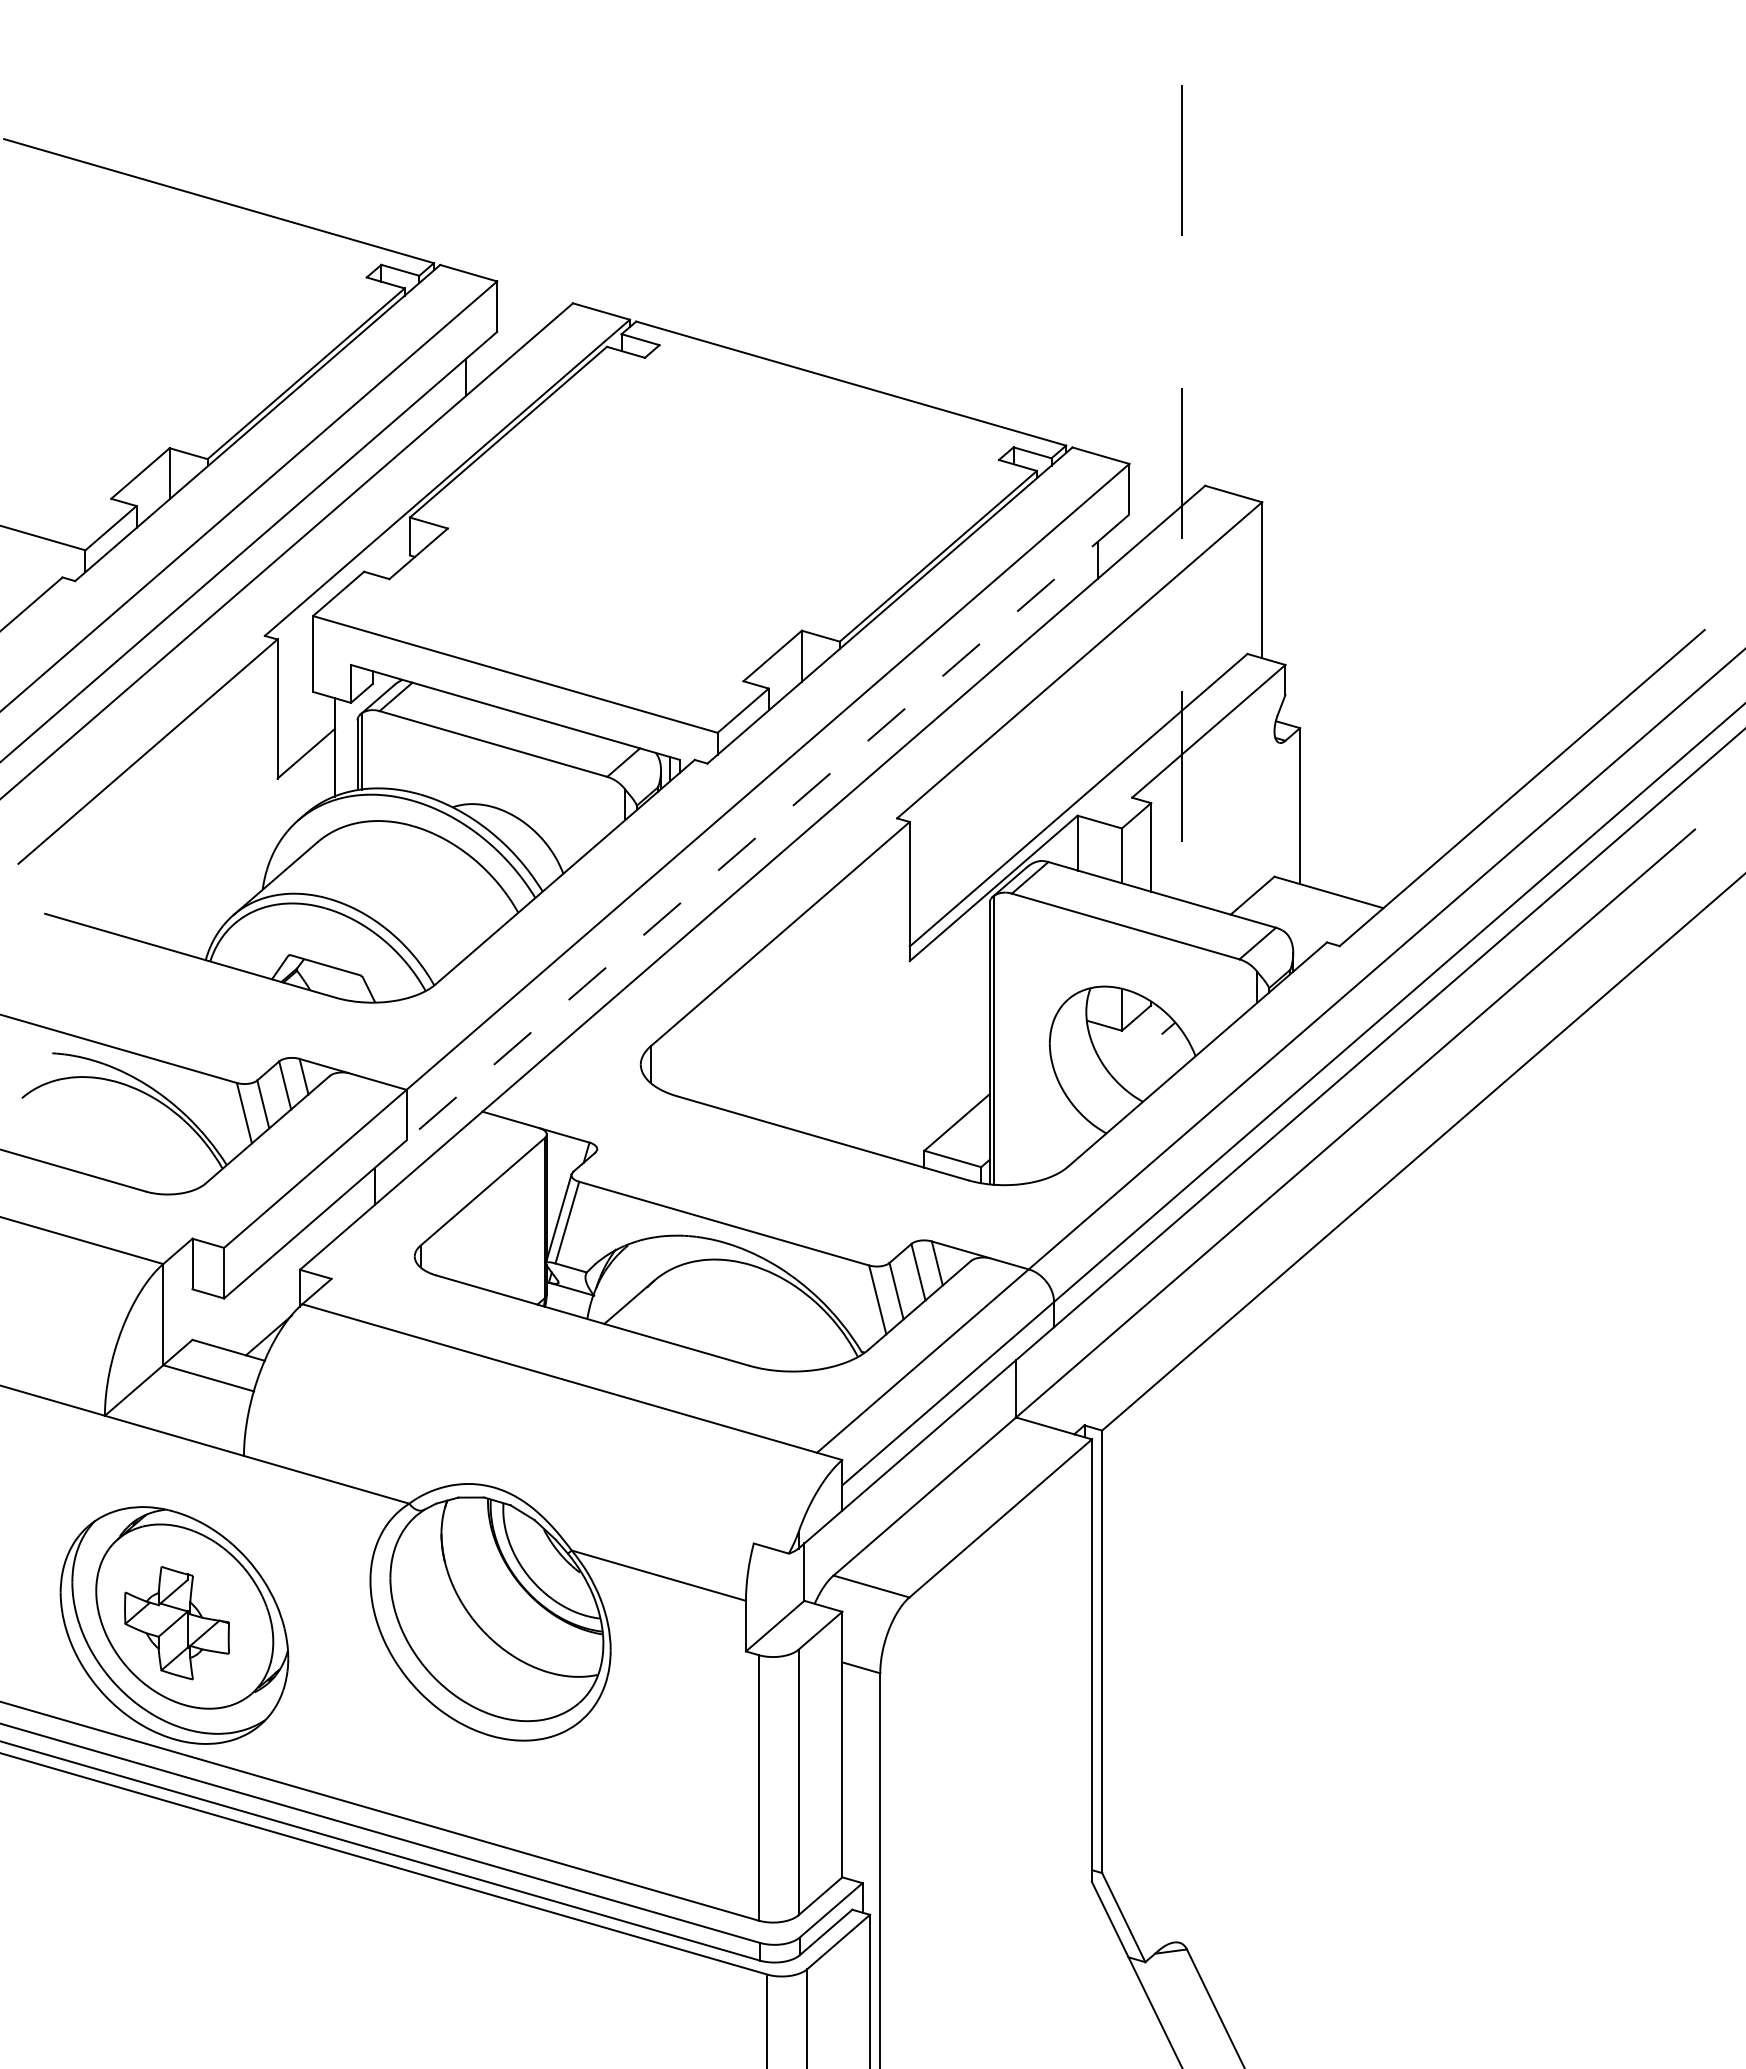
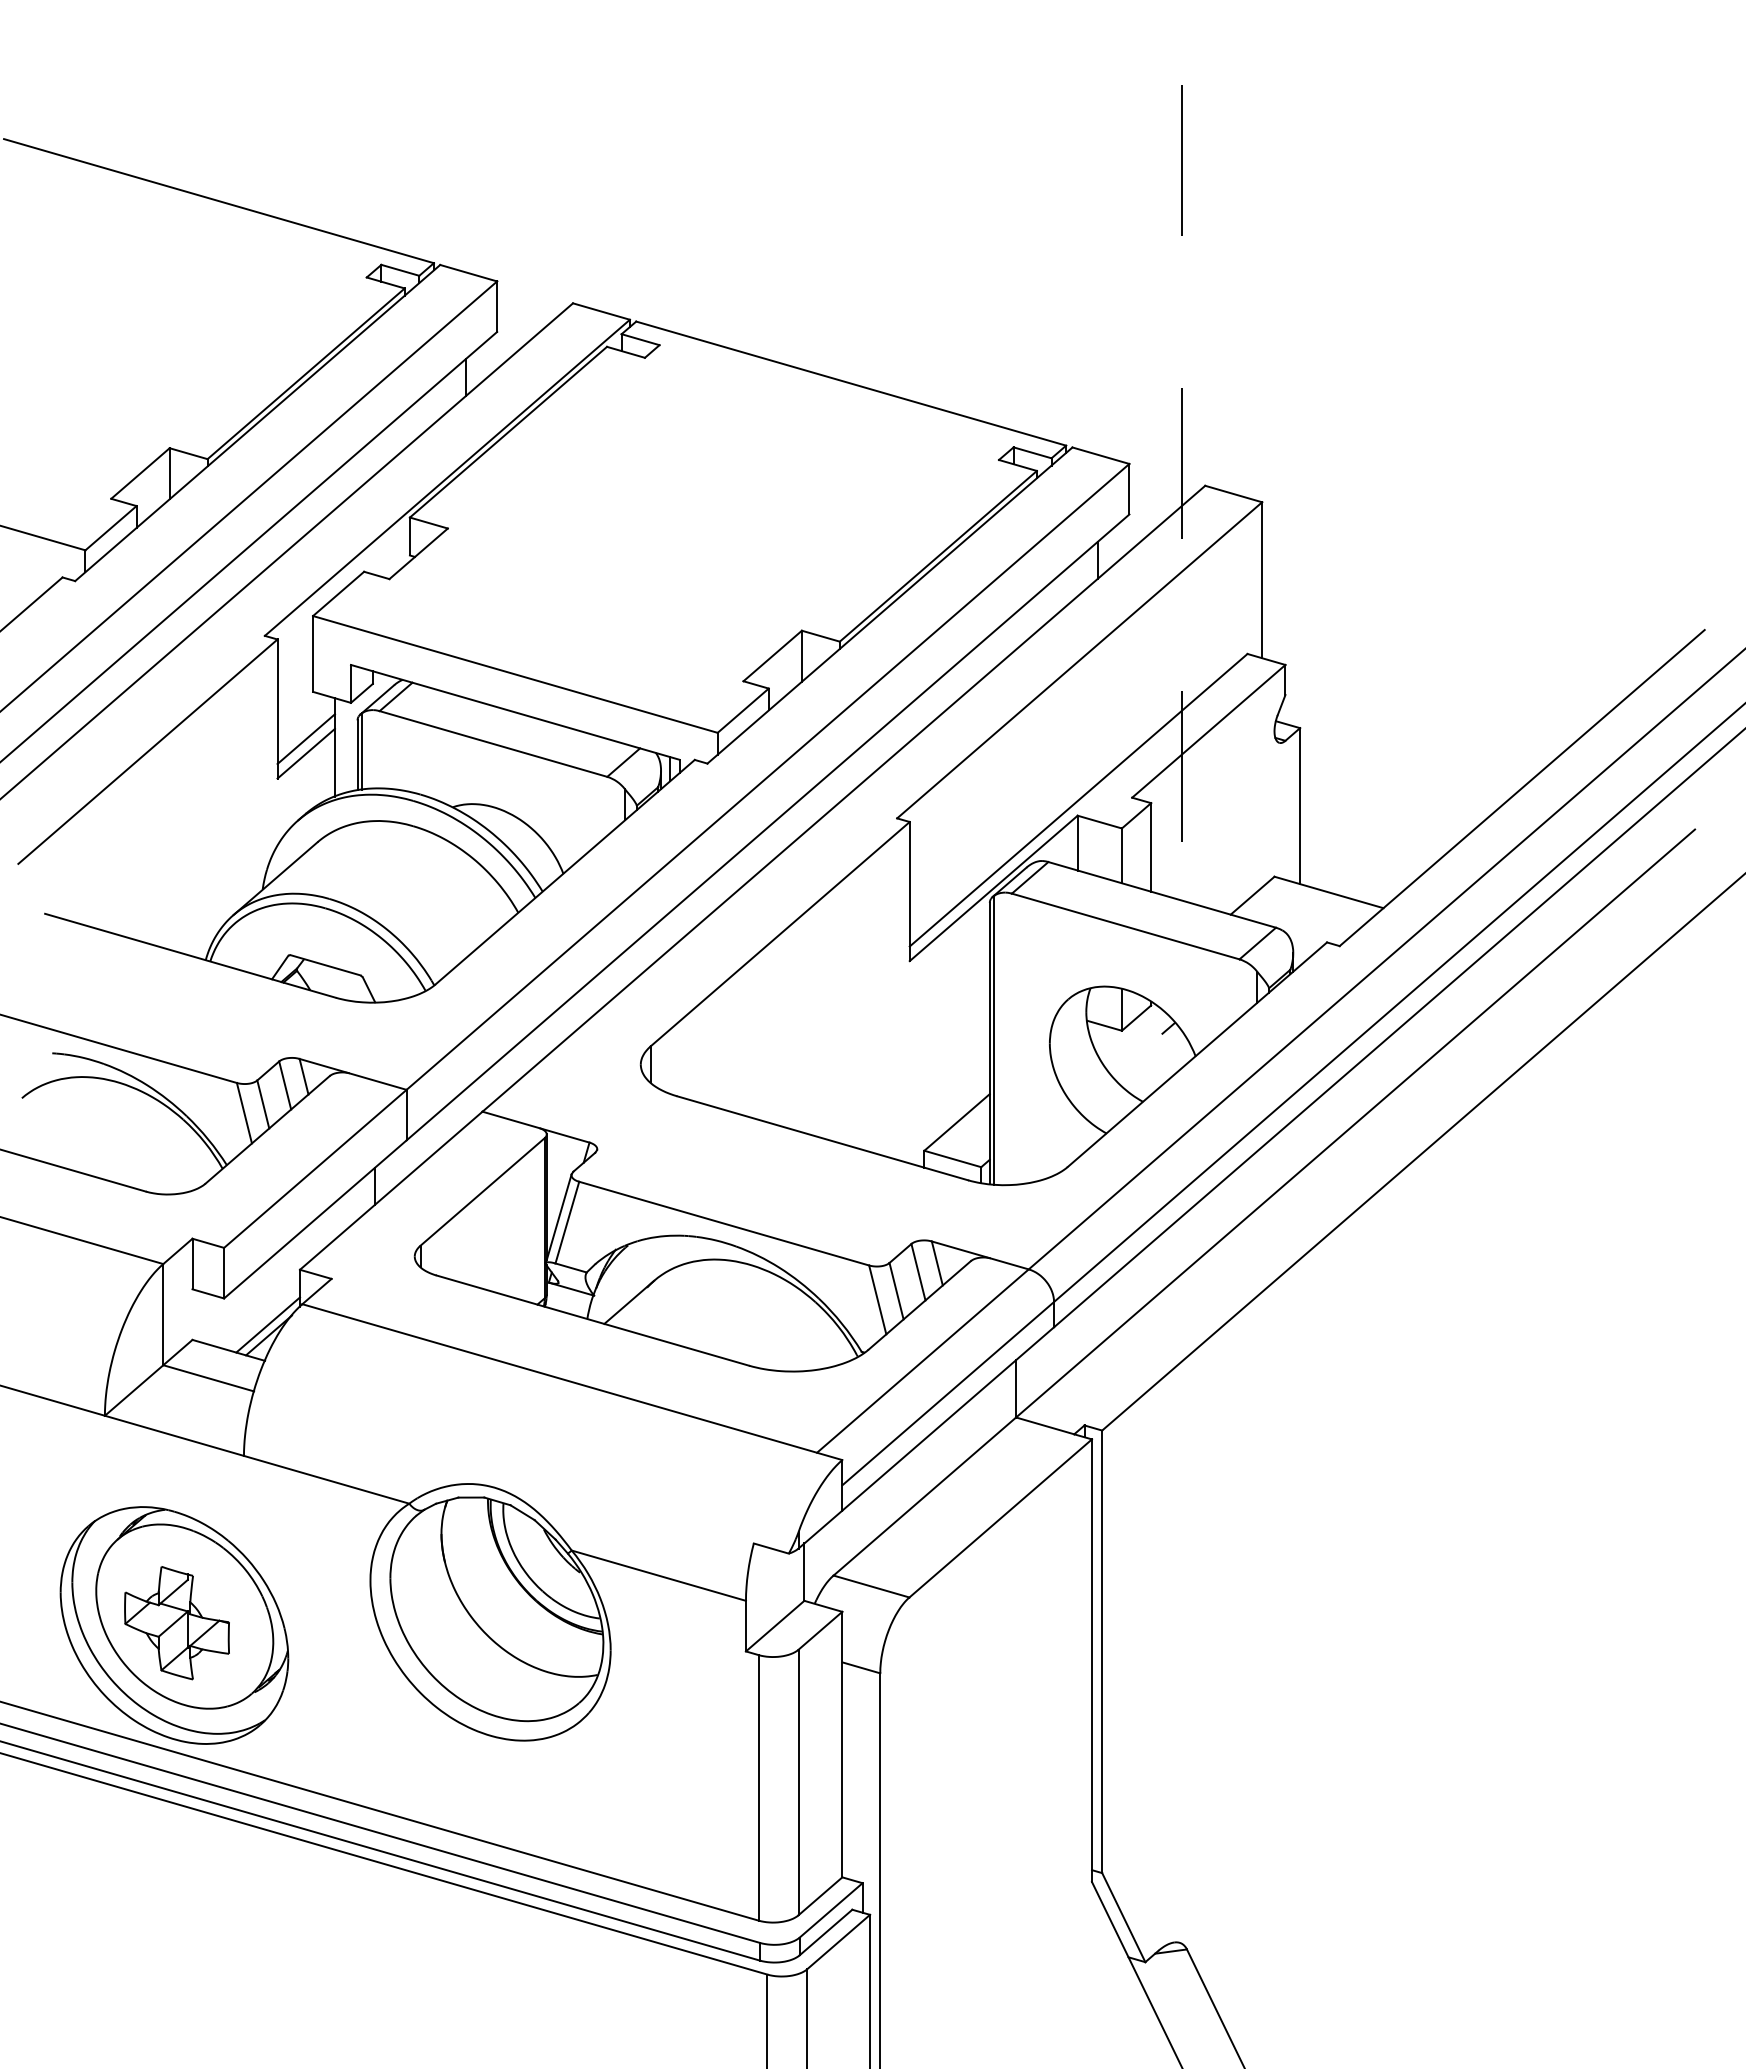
line at (305, 739): none -> present
line at (767, 827): dashed -> solid
line at (268, 1324): none -> present
